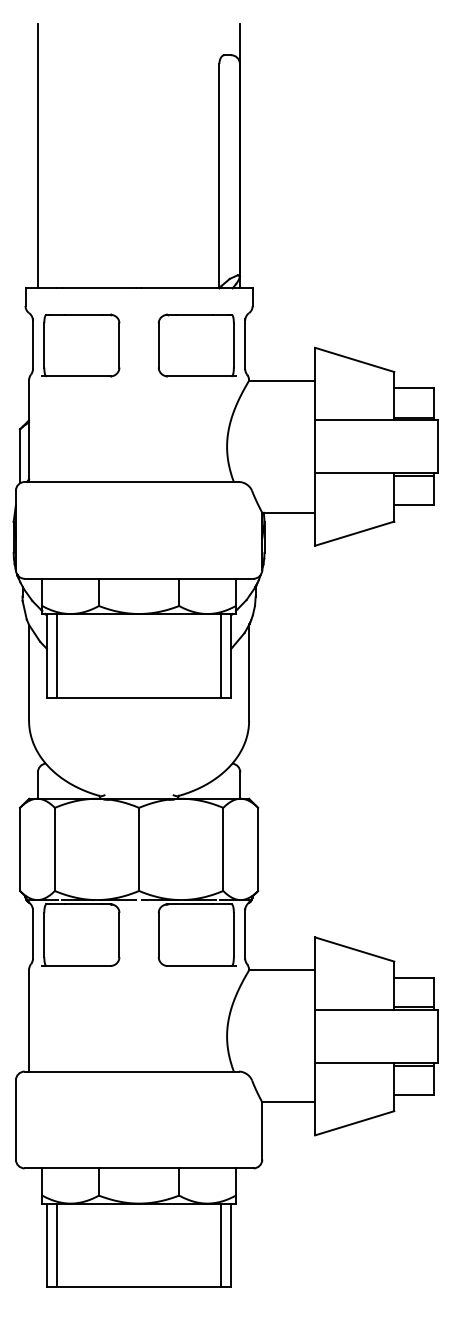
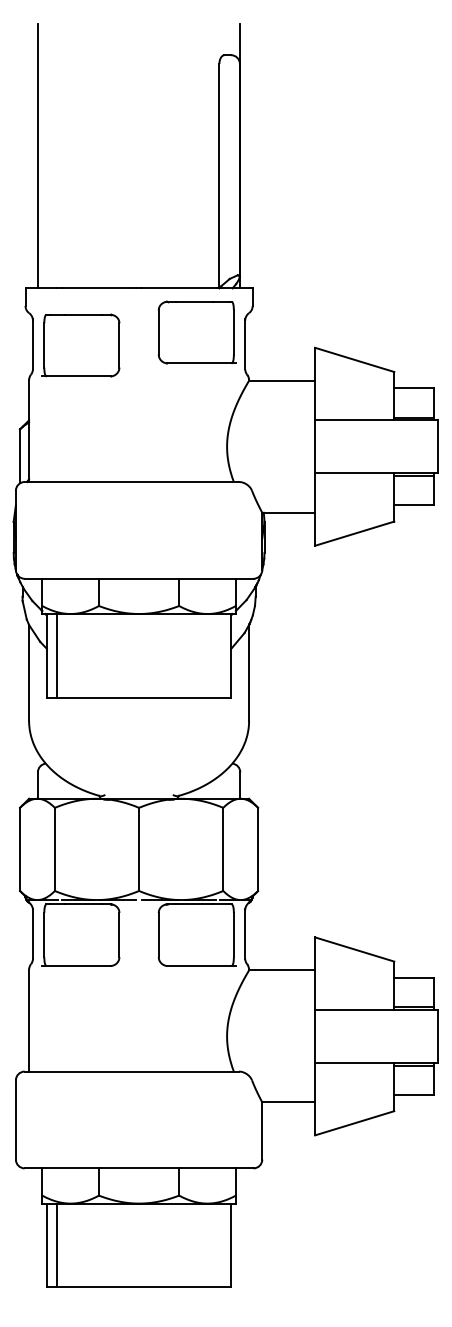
part at (196, 345) position: (196, 345) -> (196, 332)
line at (221, 655): present -> none
line at (221, 1245): present -> none
